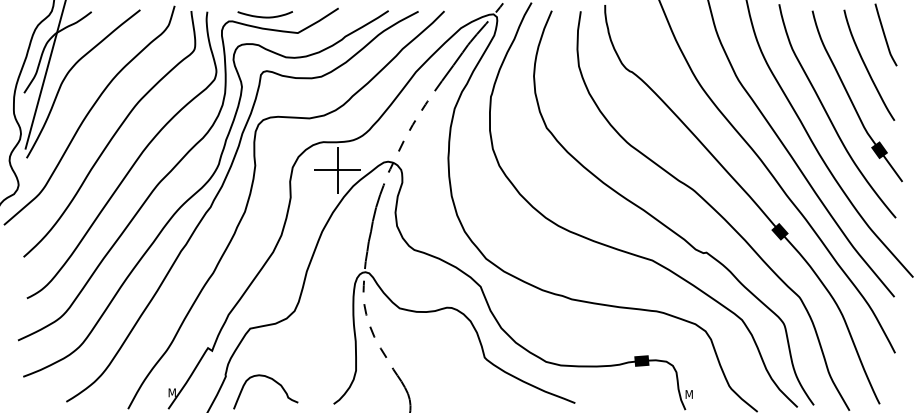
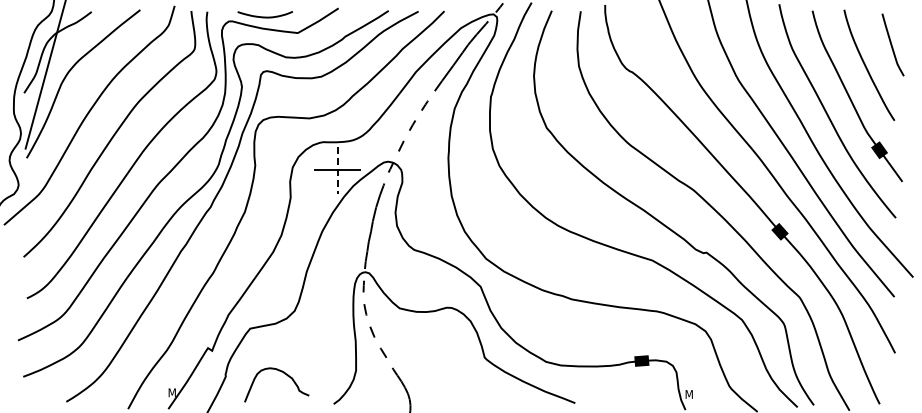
curve at (885, 34) position: (885, 34) -> (892, 44)
line at (337, 170): solid -> dashed
curve at (273, 381) position: (273, 381) -> (284, 374)
